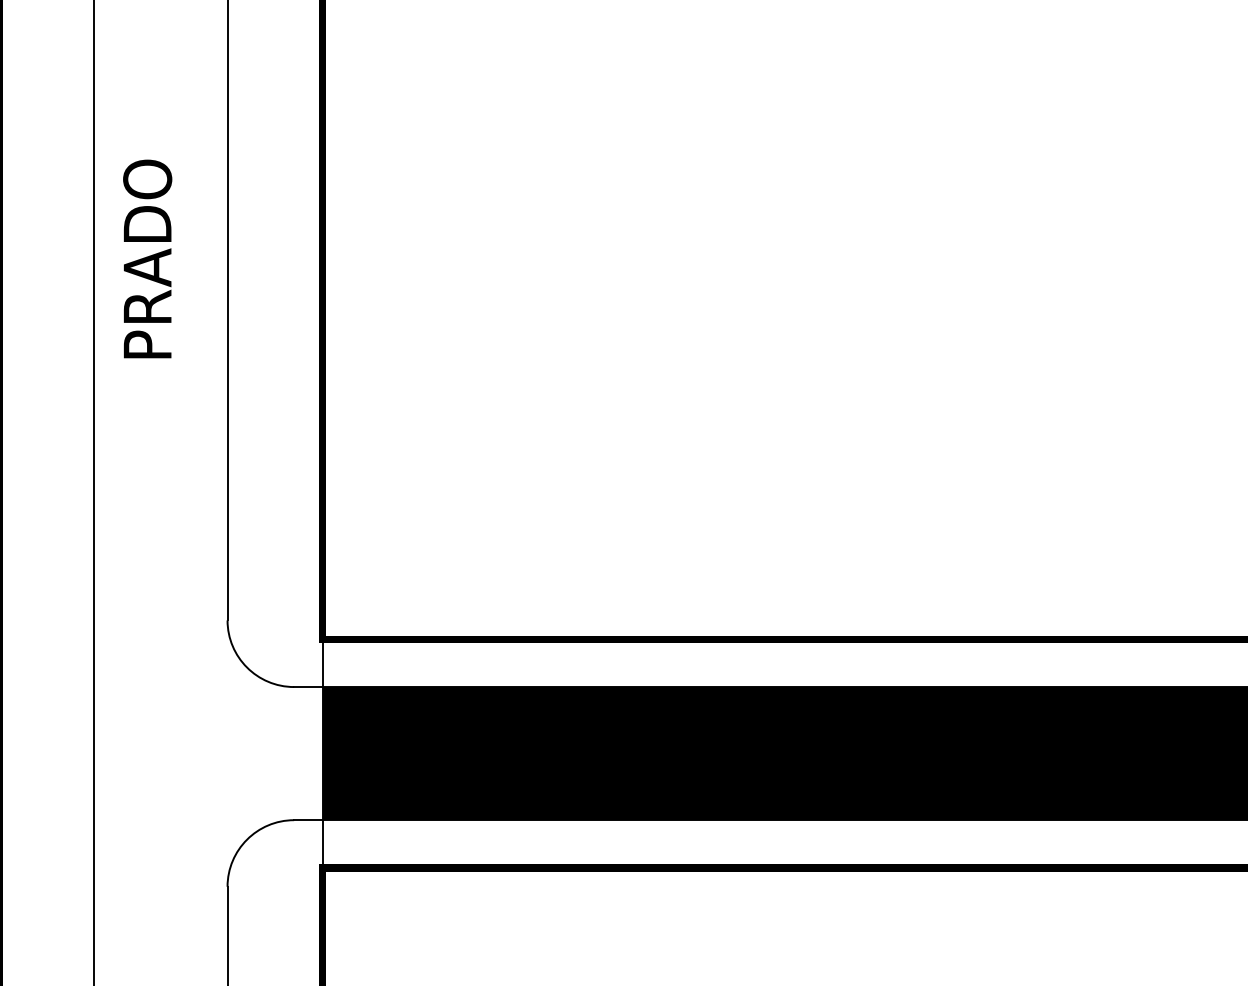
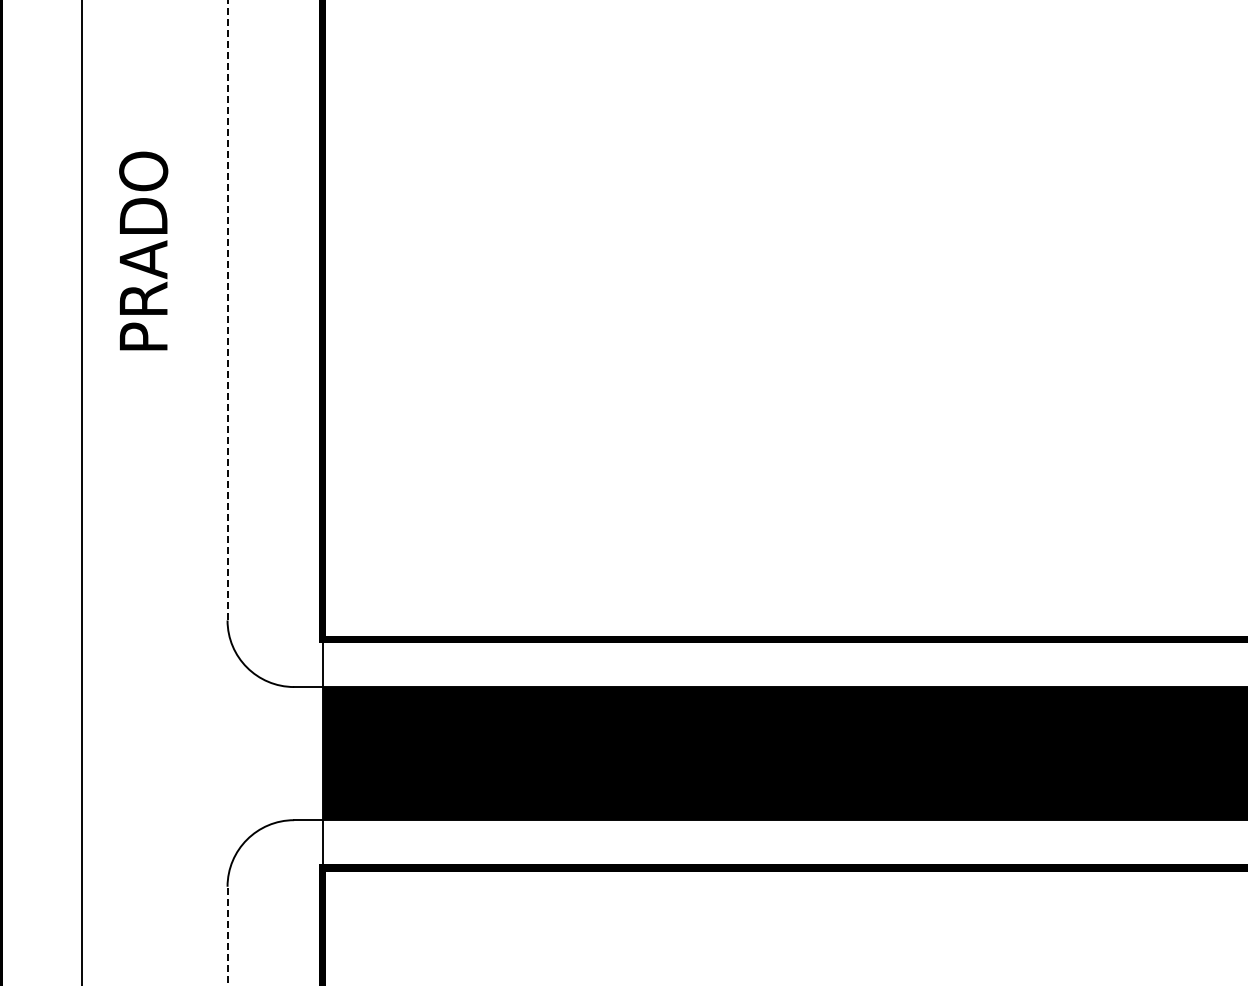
text at (147, 258) position: (147, 258) -> (143, 250)
line at (227, 309): solid -> dashed
line at (94, 492) position: (94, 492) -> (82, 492)
line at (227, 935): solid -> dashed
